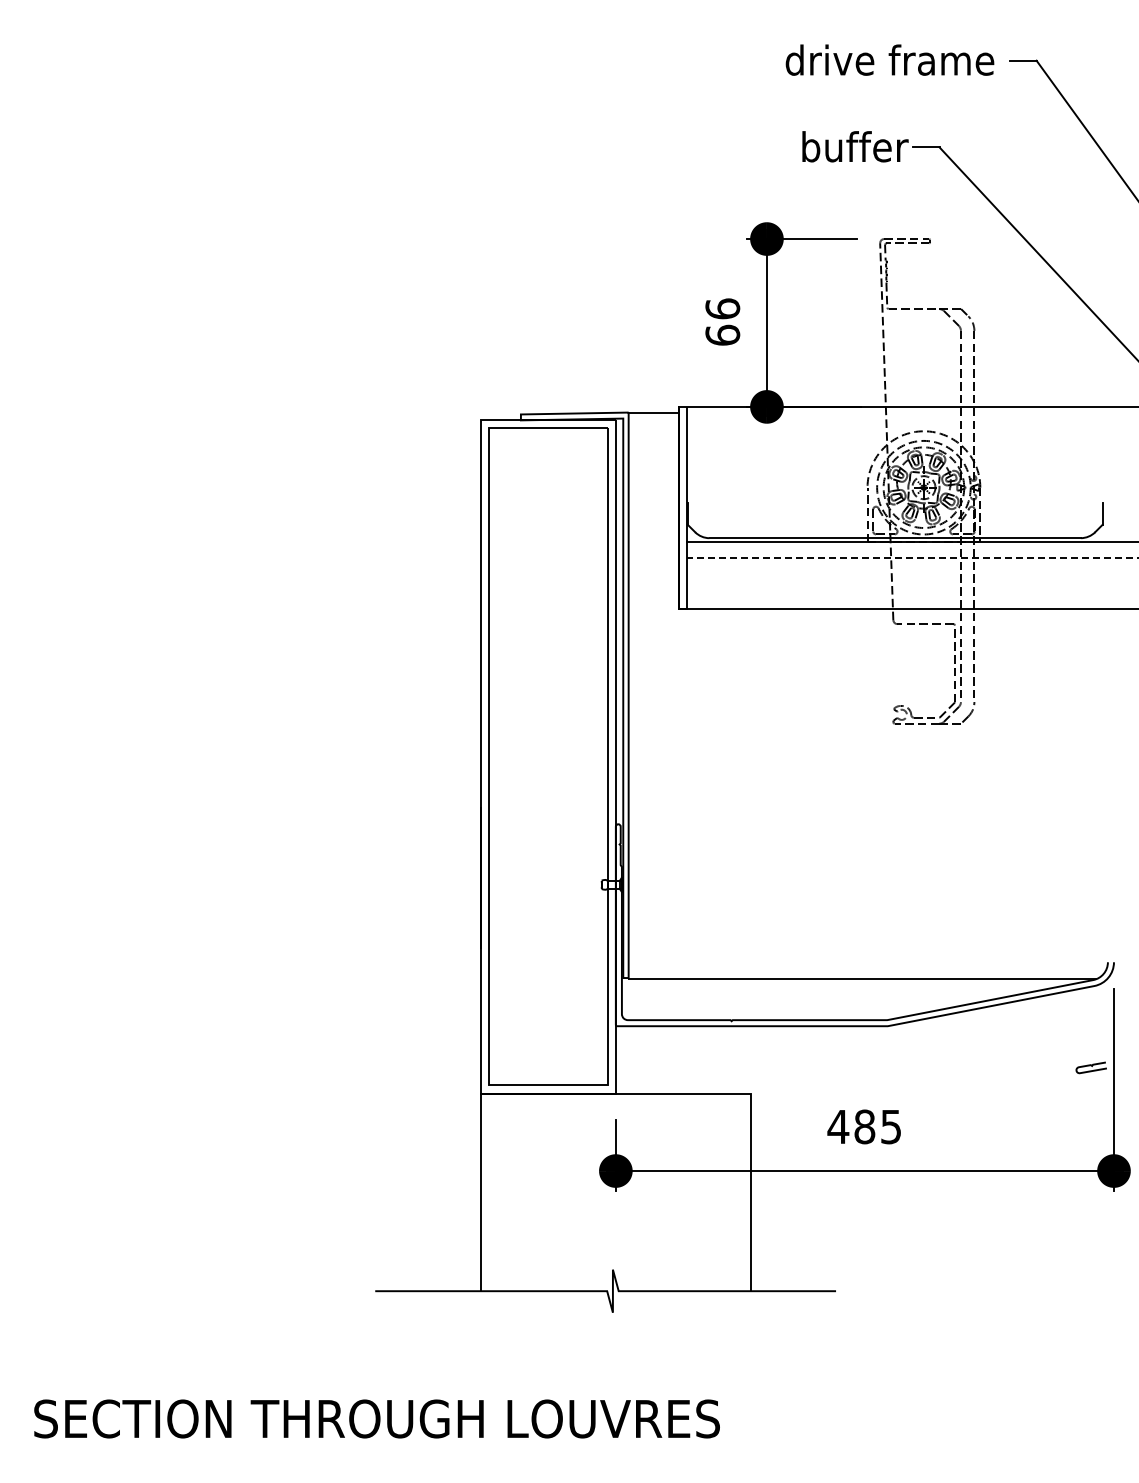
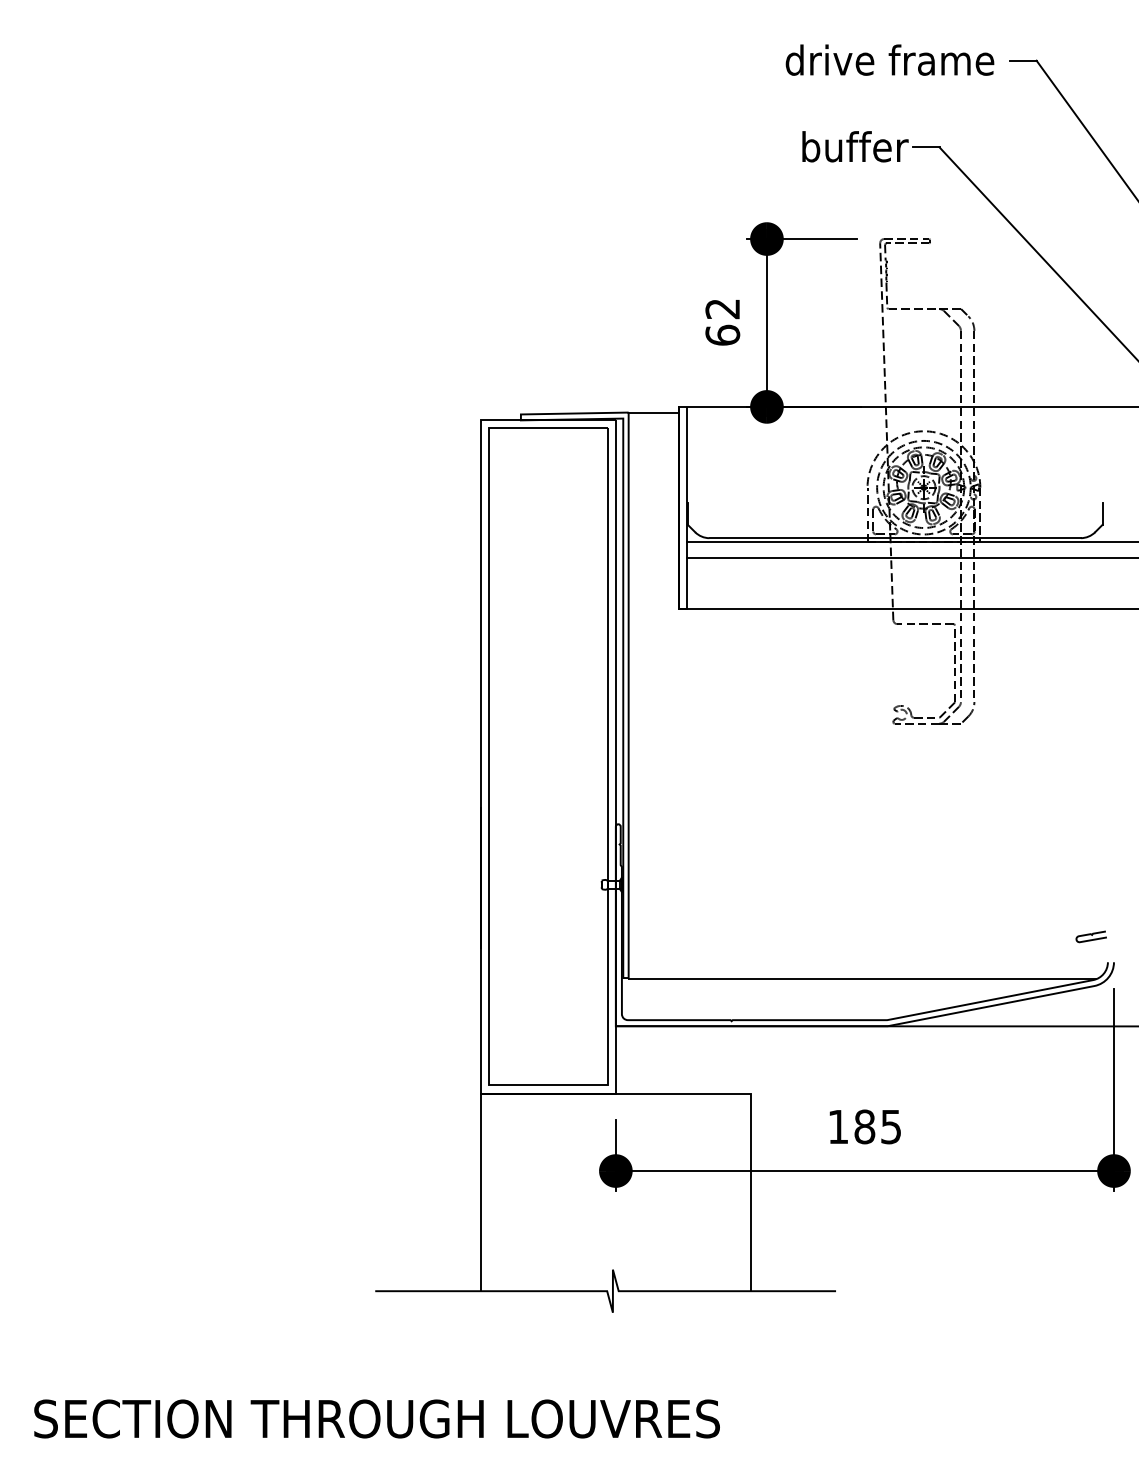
text at (722, 308): 66 -> 62
line at (912, 558): dashed -> solid
line at (875, 1026): none -> present
curve at (1090, 1066) position: (1090, 1066) -> (1090, 935)
text at (838, 1126): 485 -> 185
